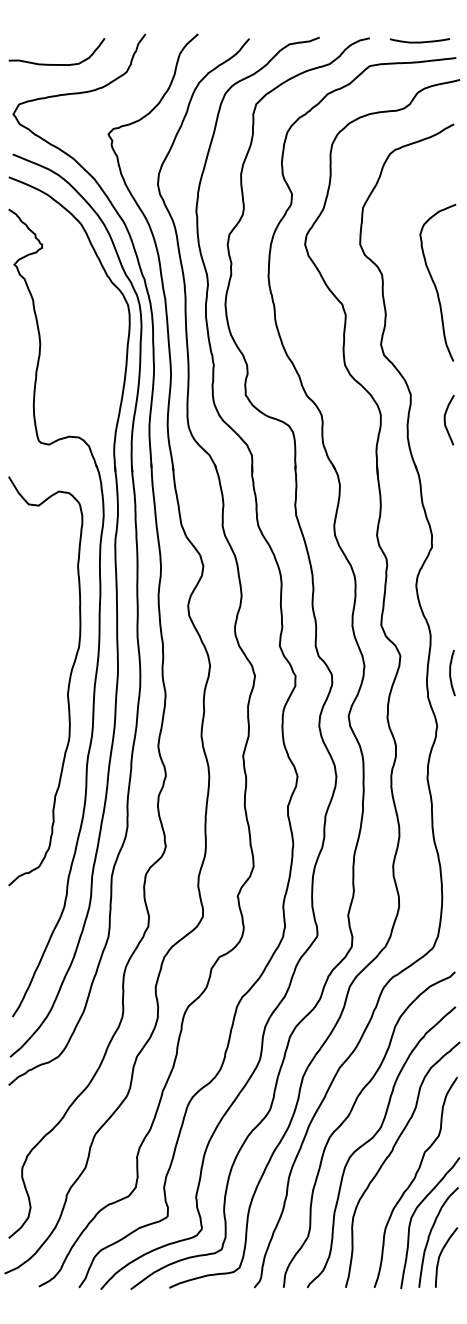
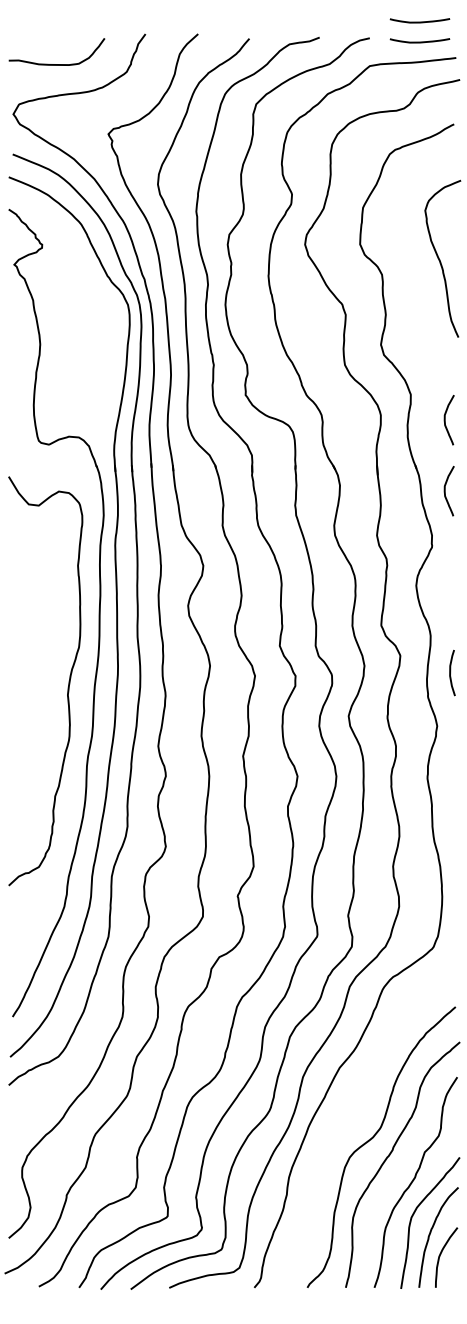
curve at (419, 21): none -> present
curve at (435, 283) position: (435, 283) -> (440, 259)
curve at (445, 491): none -> present
curve at (349, 1116): present -> none
